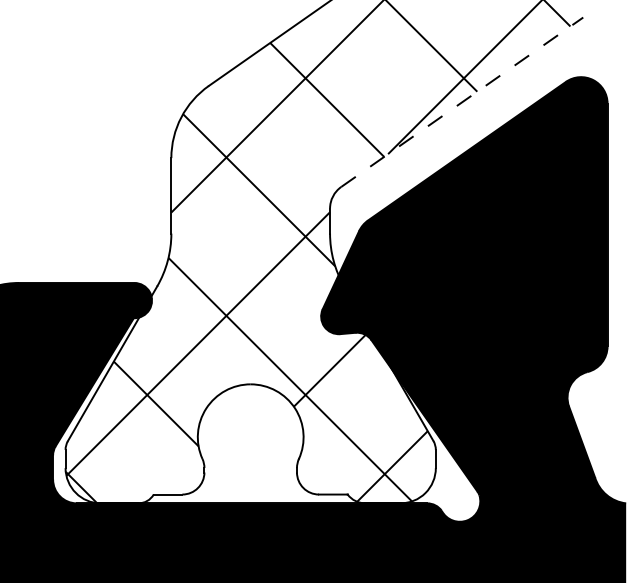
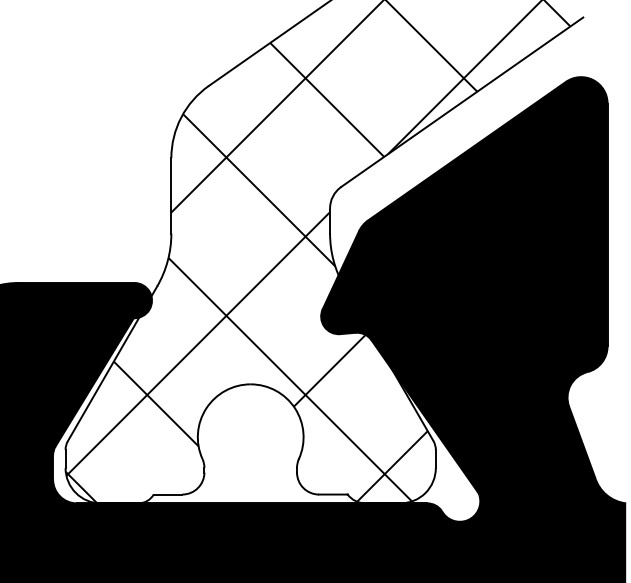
line at (462, 102): dashed -> solid
